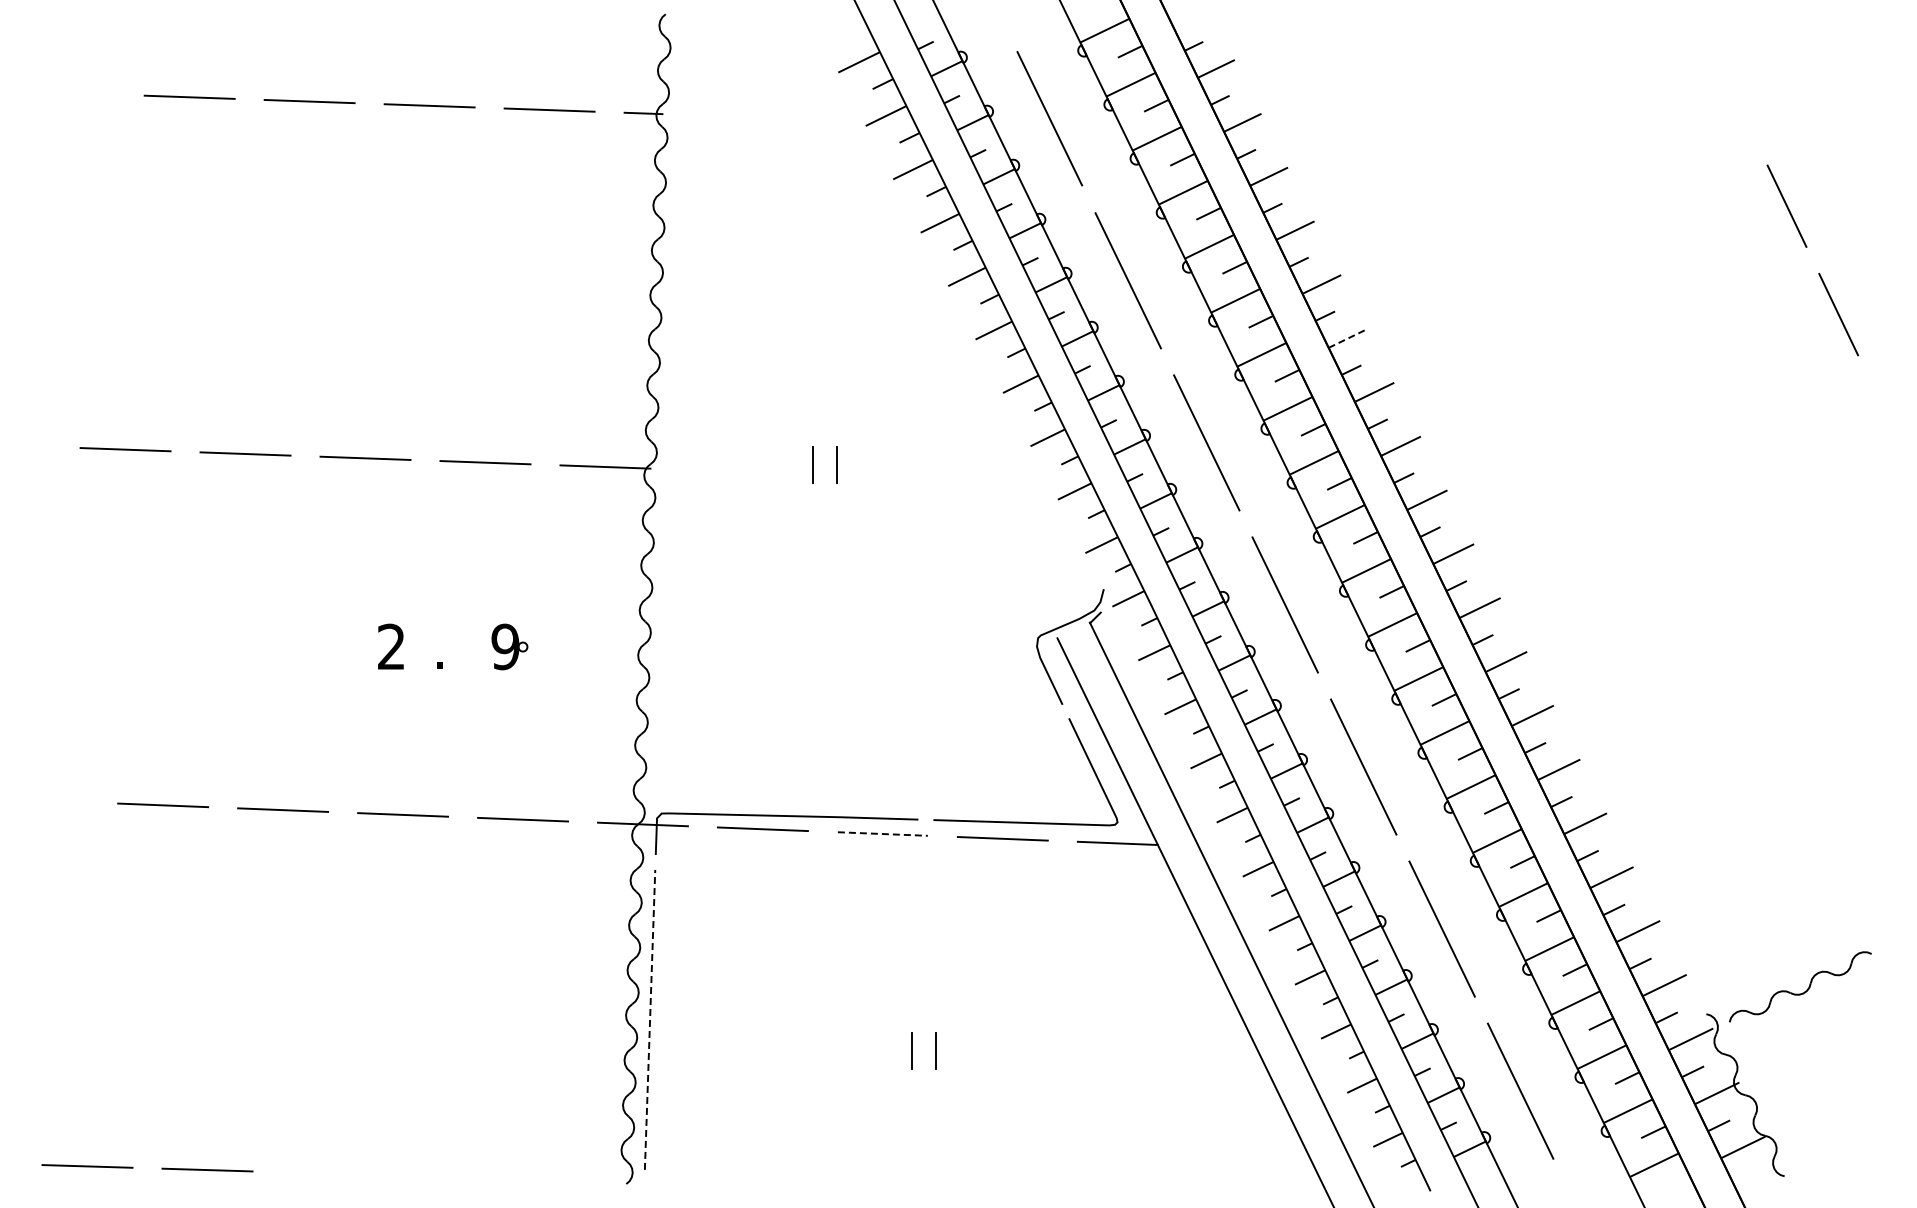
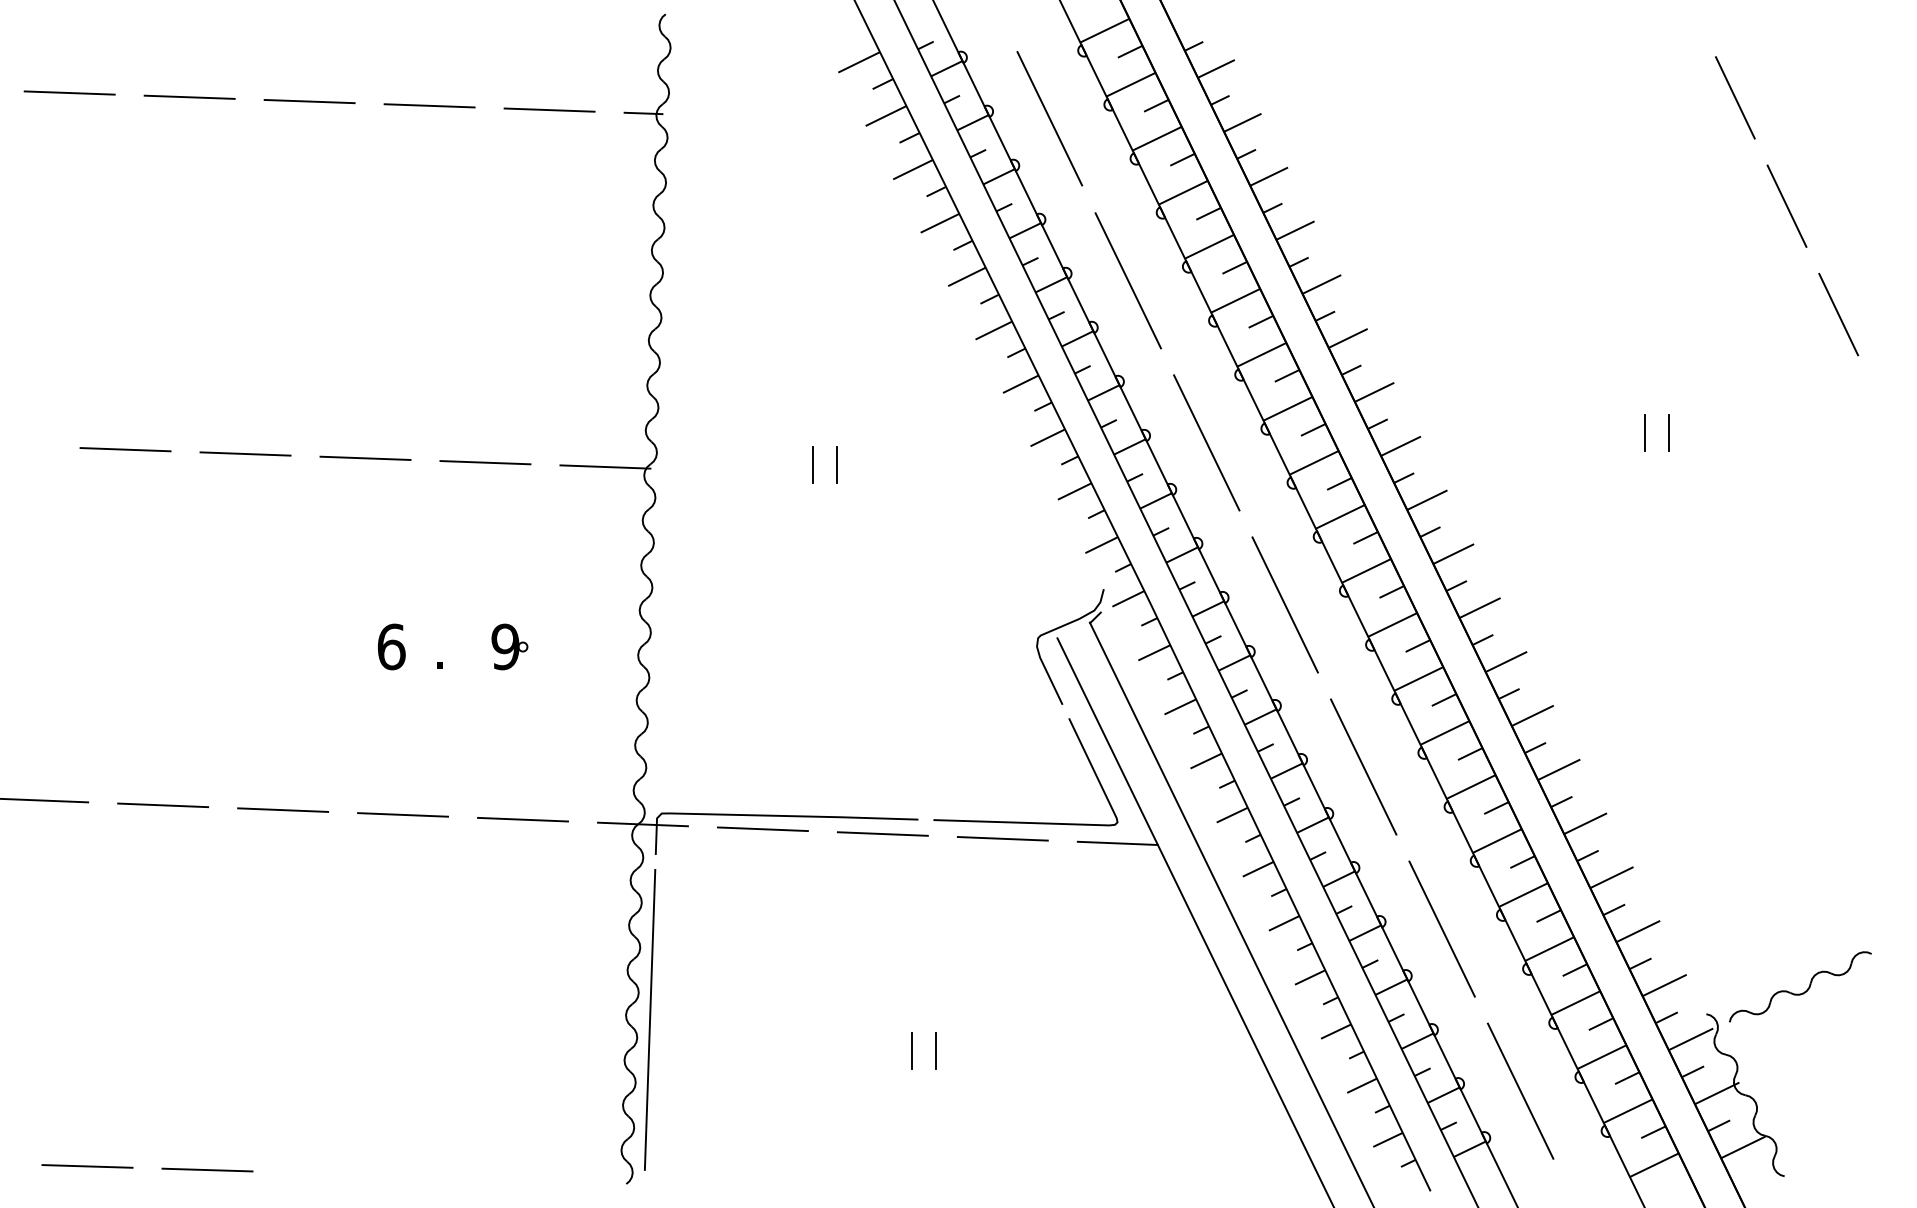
line at (69, 92): none -> present
line at (1734, 97): none -> present
line at (1348, 338): dashed -> solid
line at (1644, 432): none -> present
line at (1668, 433): none -> present
text at (391, 646): 2 -> 6
line at (45, 800): none -> present
line at (883, 834): dashed -> solid
line at (650, 1019): dashed -> solid
